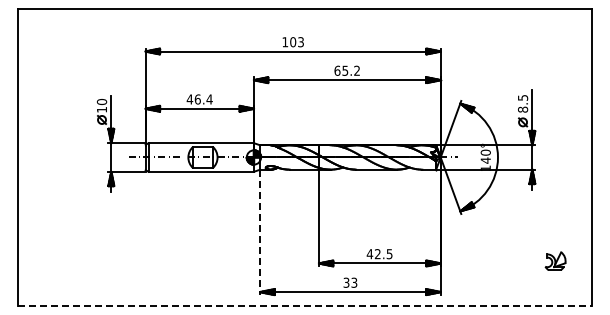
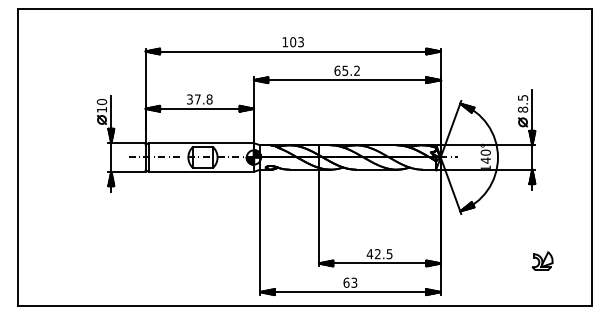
text at (199, 99): 46.4 -> 37.8
line at (260, 232): dashed -> solid
part at (555, 260) position: (555, 260) -> (542, 260)
text at (346, 282): 33 -> 63
line at (304, 305): dashed -> solid
